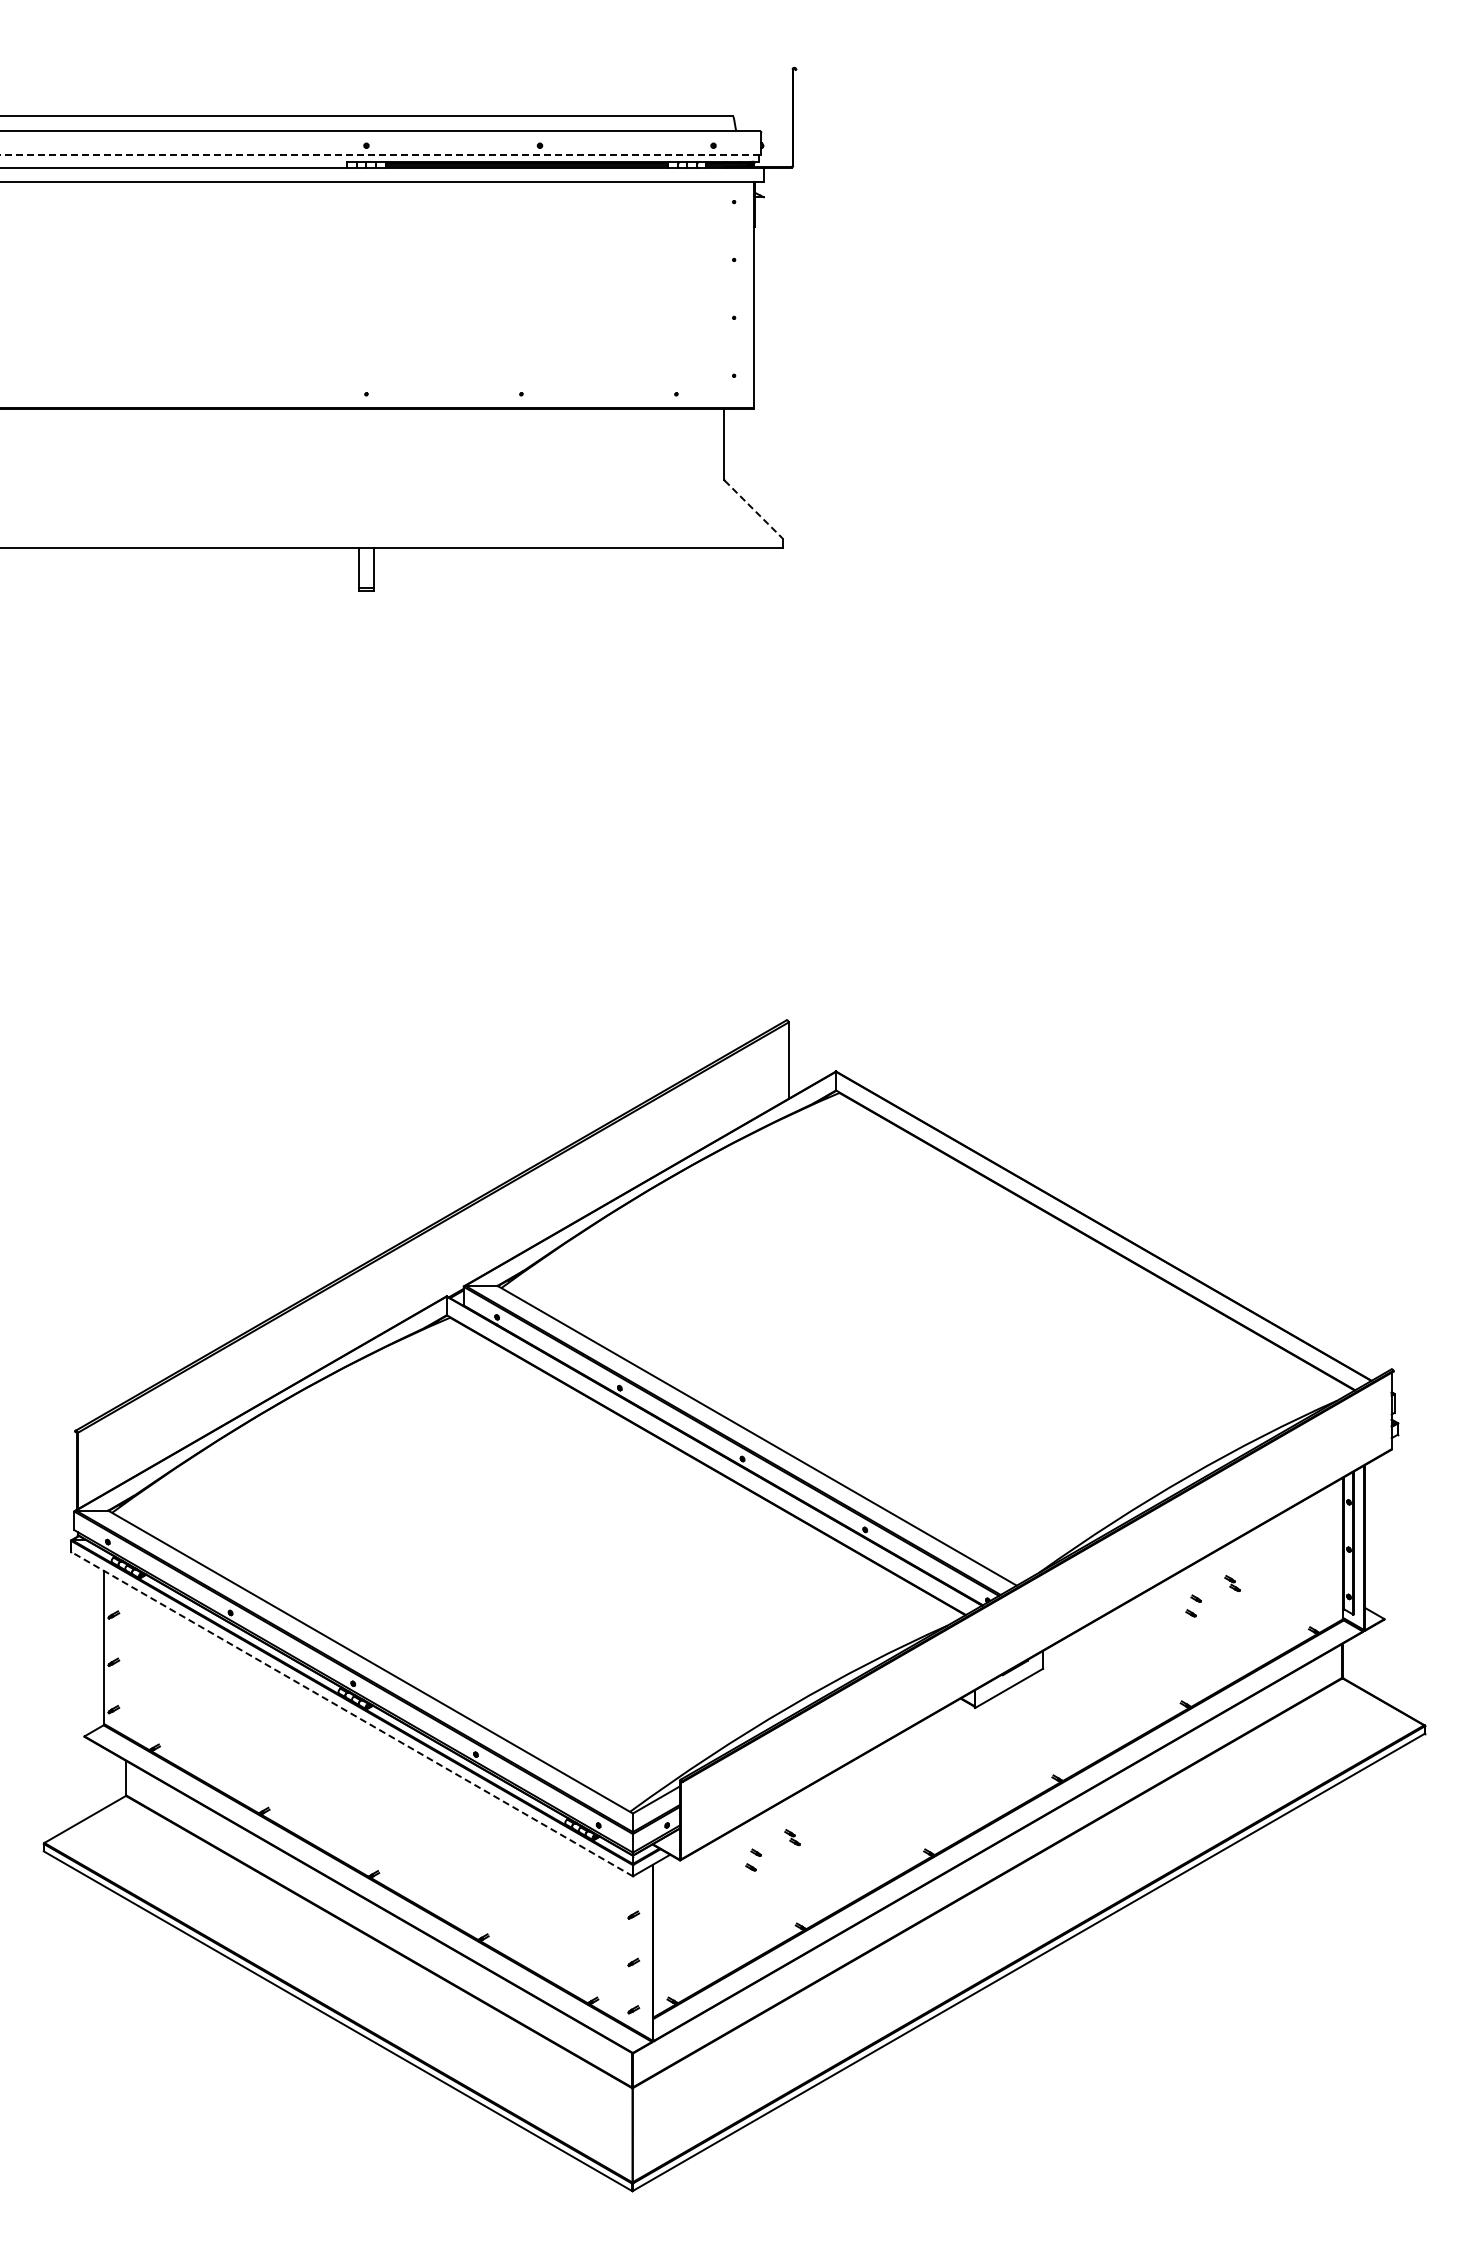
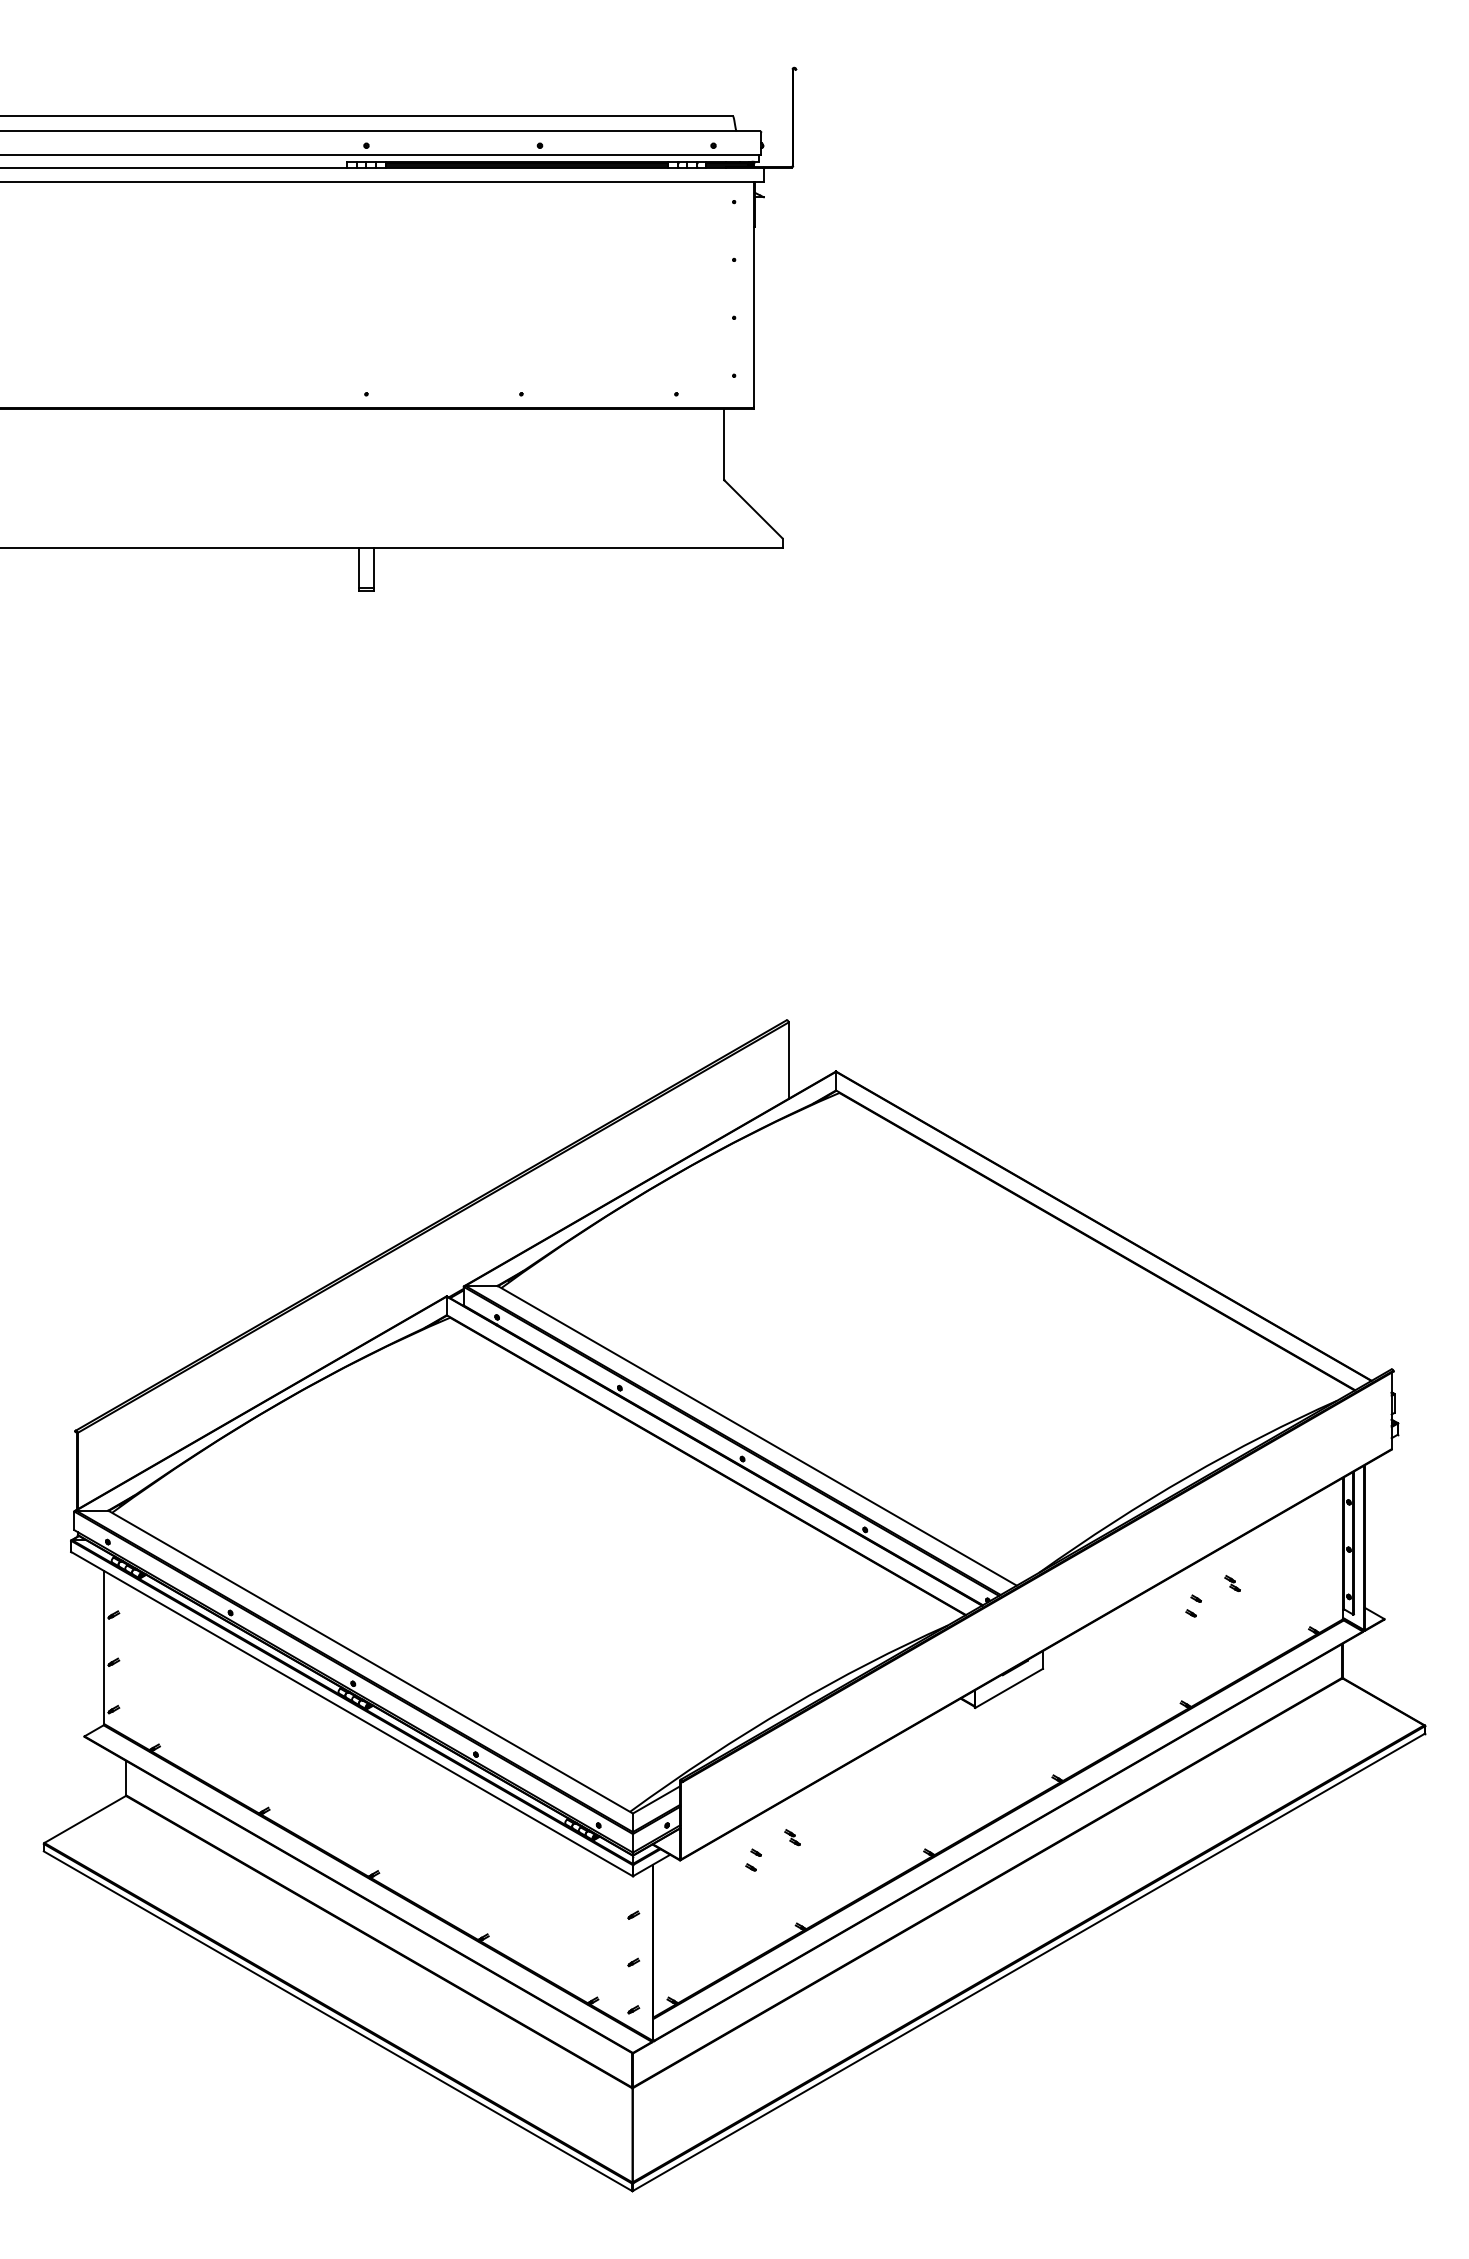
line at (381, 155): dashed -> solid
line at (753, 509): dashed -> solid
line at (351, 1713): dashed -> solid
